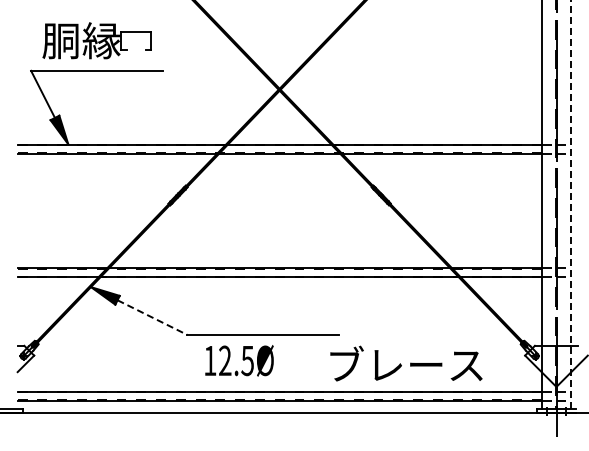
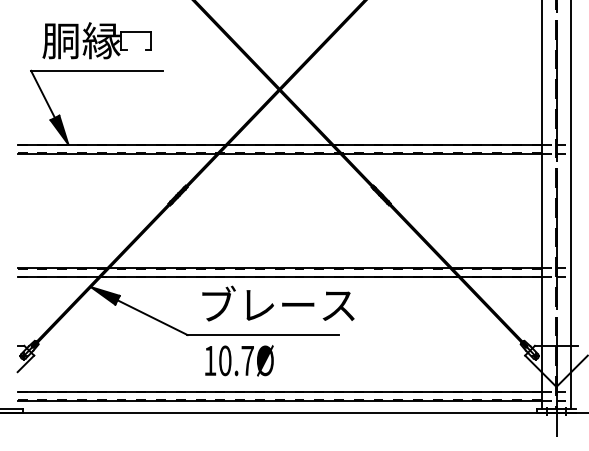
line at (571, 204): dashed -> solid
line at (153, 317): dashed -> solid
text at (236, 360): 12.5Ø -> 10.7Ø
text at (406, 363) position: (406, 363) -> (278, 303)
